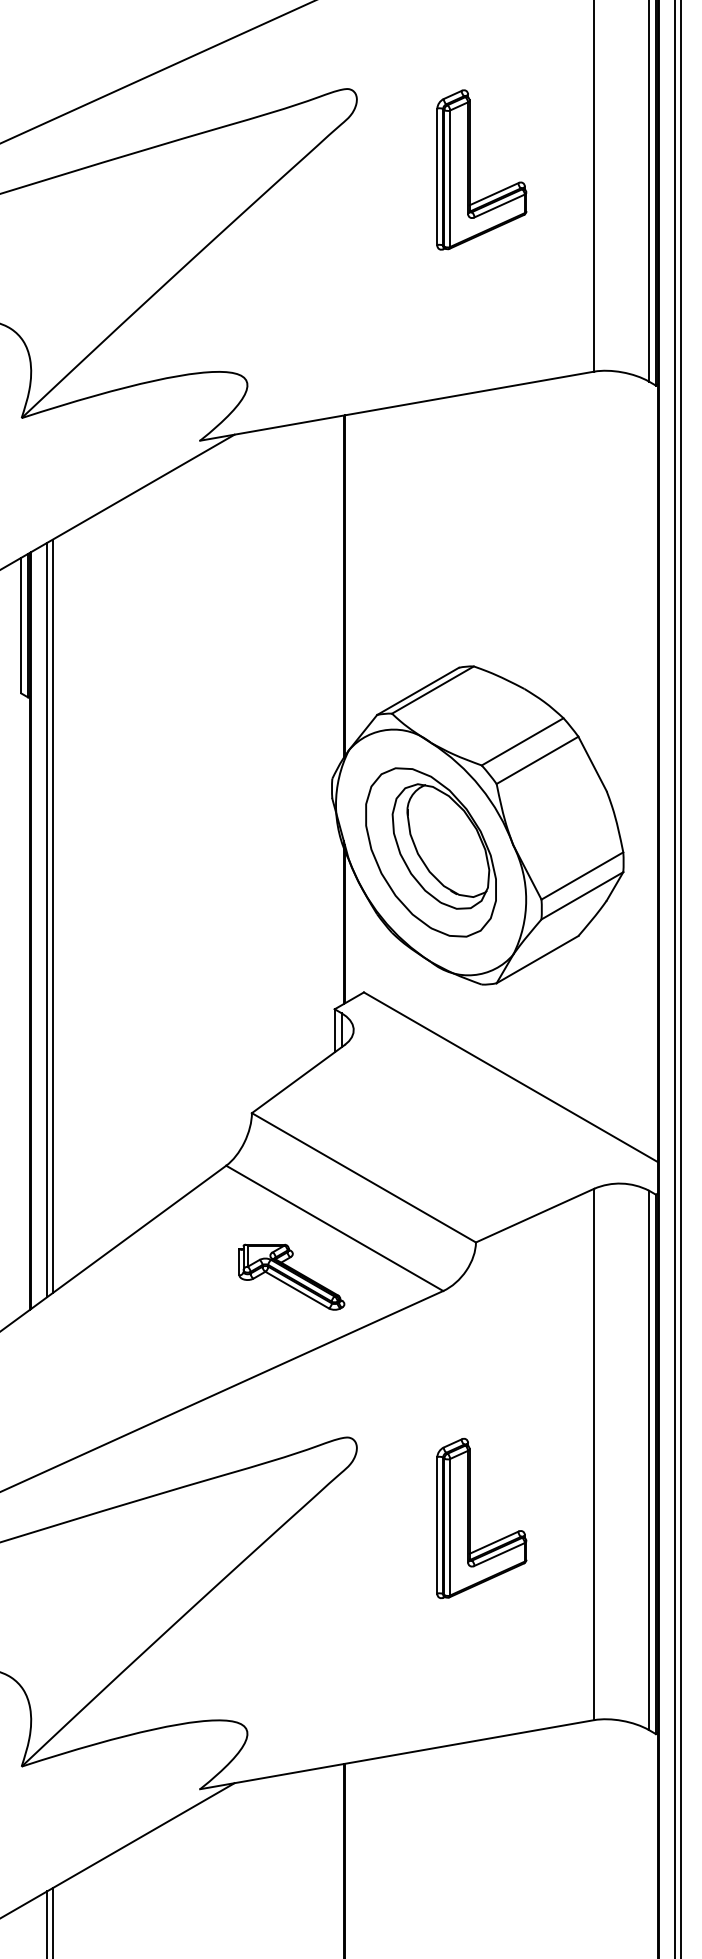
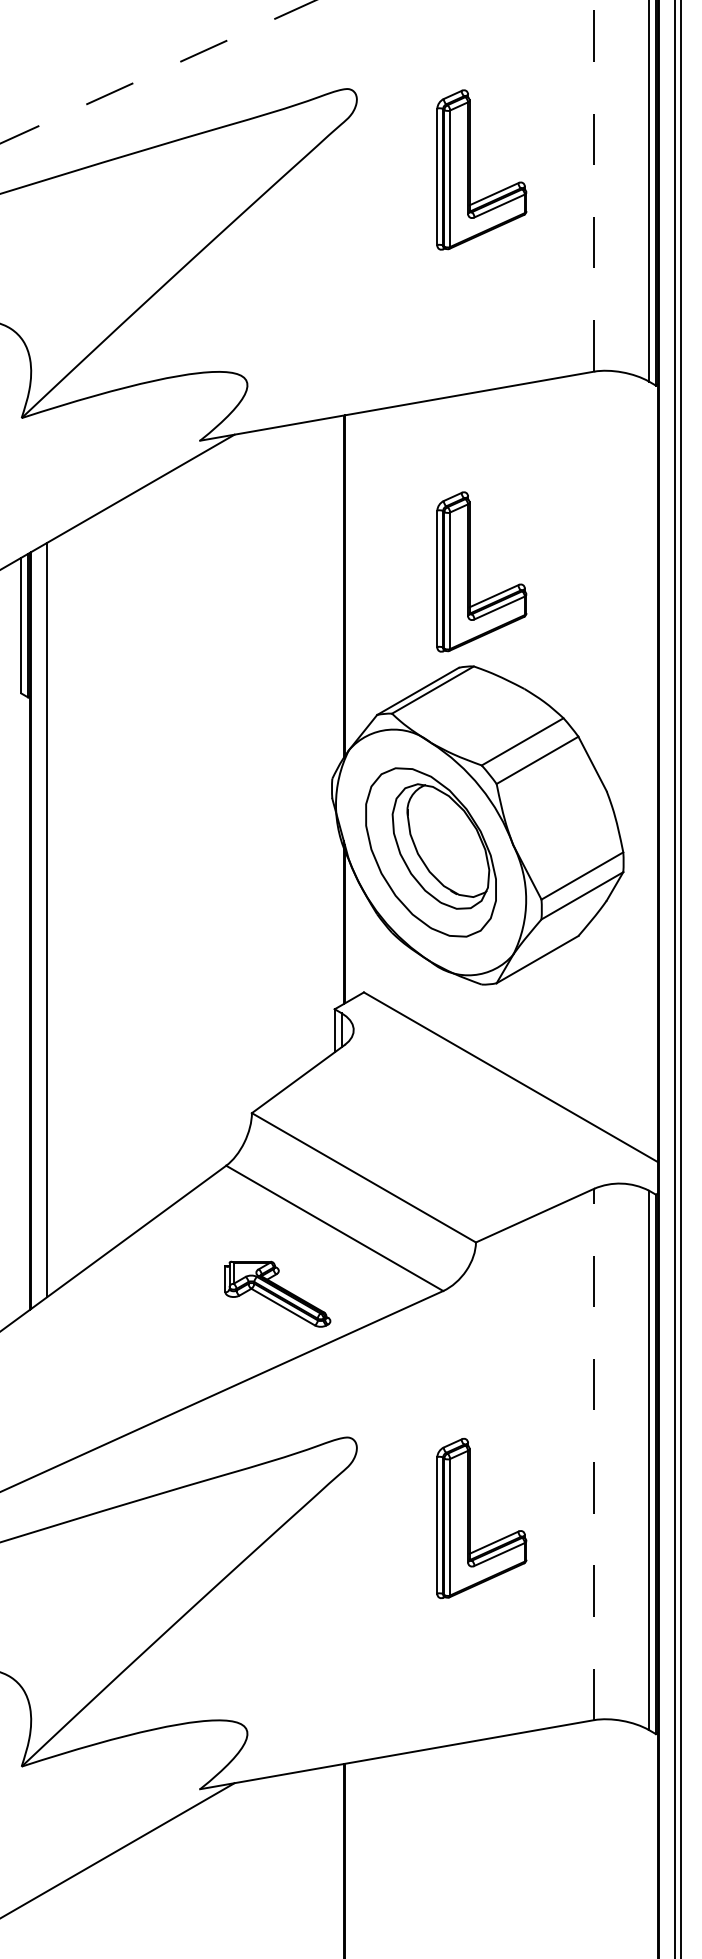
line at (158, 71): solid -> dashed
line at (594, 185): solid -> dashed
part at (470, 571): none -> present
line at (53, 915): present -> none
part at (291, 1276) position: (291, 1276) -> (277, 1293)
line at (594, 1454): solid -> dashed
line at (53, 1921): present -> none
line at (47, 1923): present -> none
